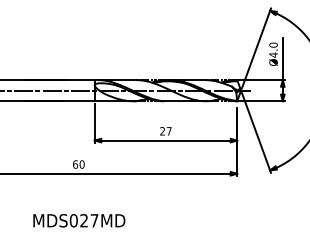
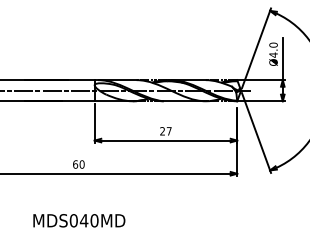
text at (88, 220): MDS027MD -> MDS040MD
